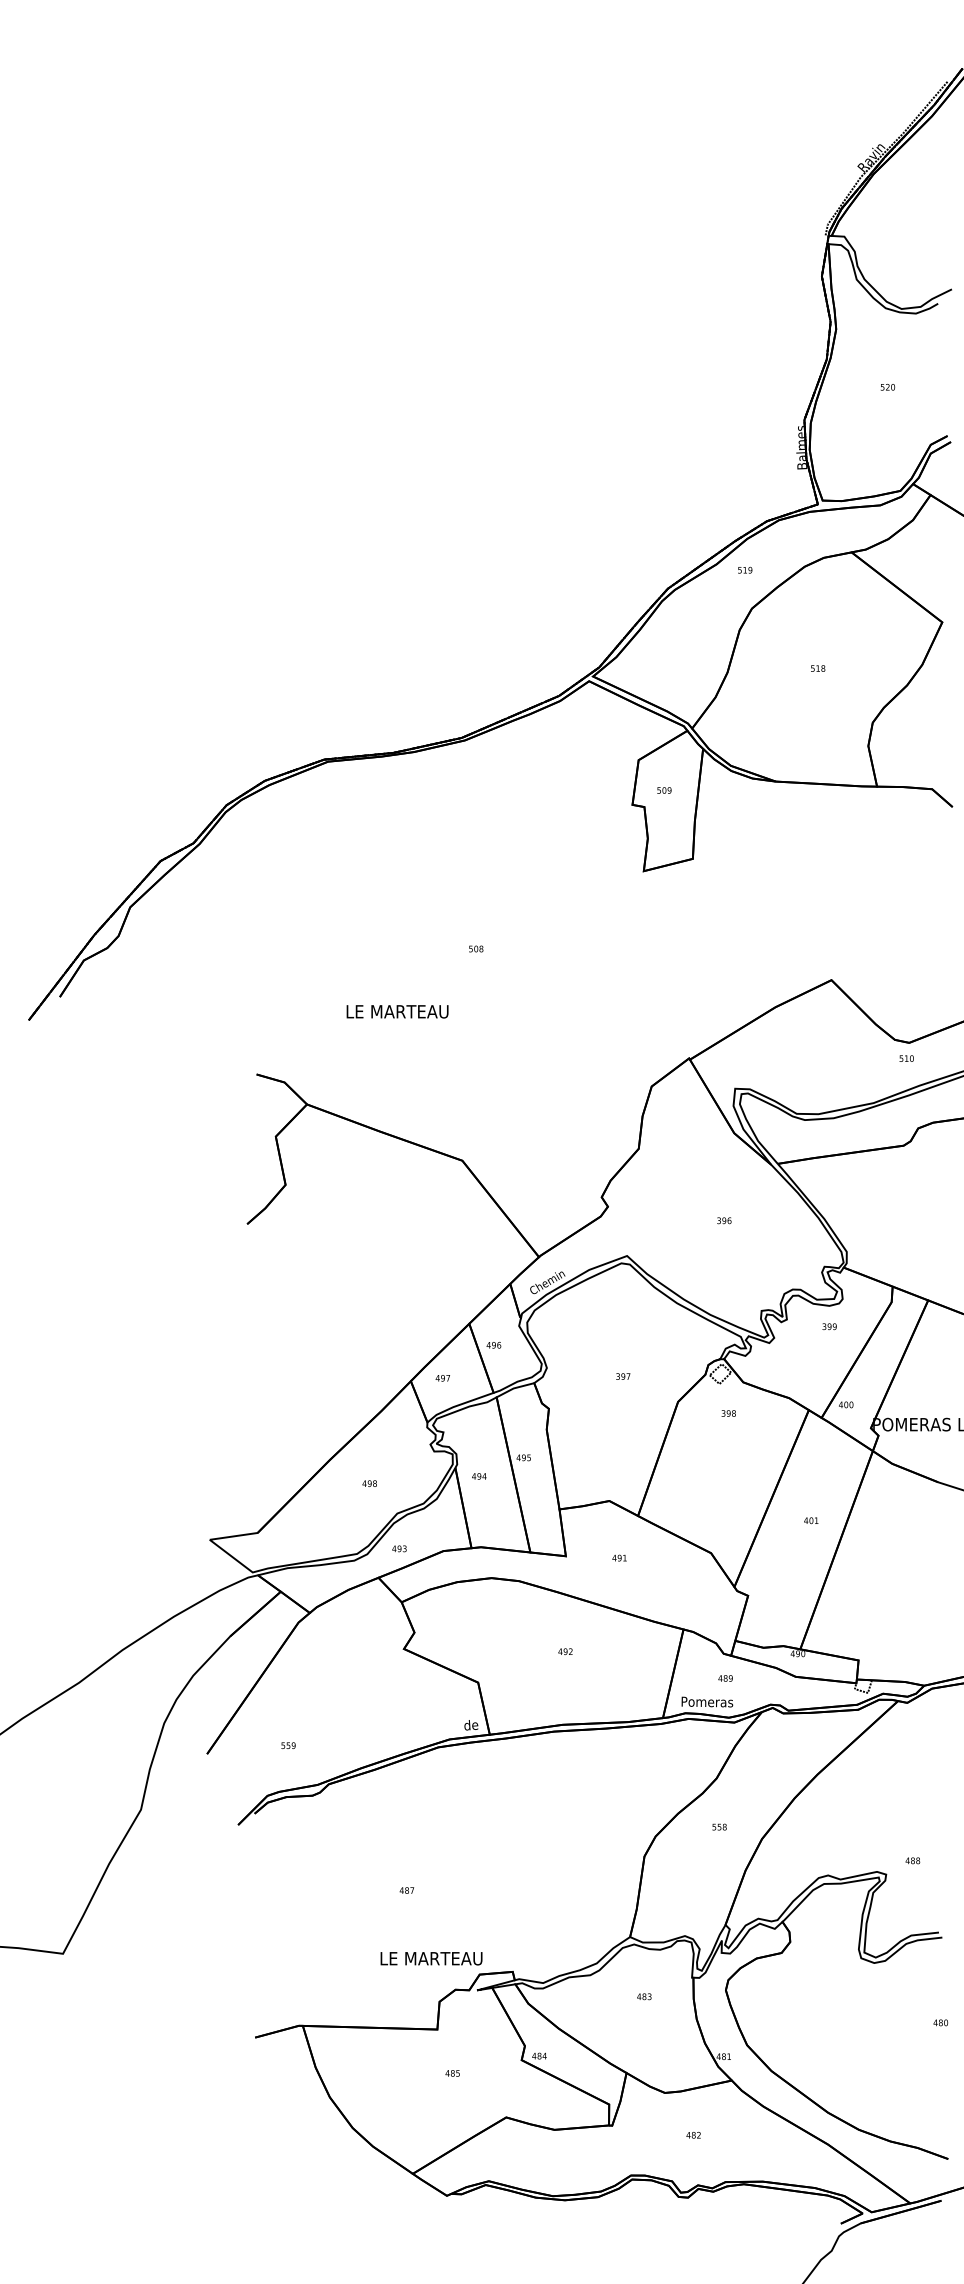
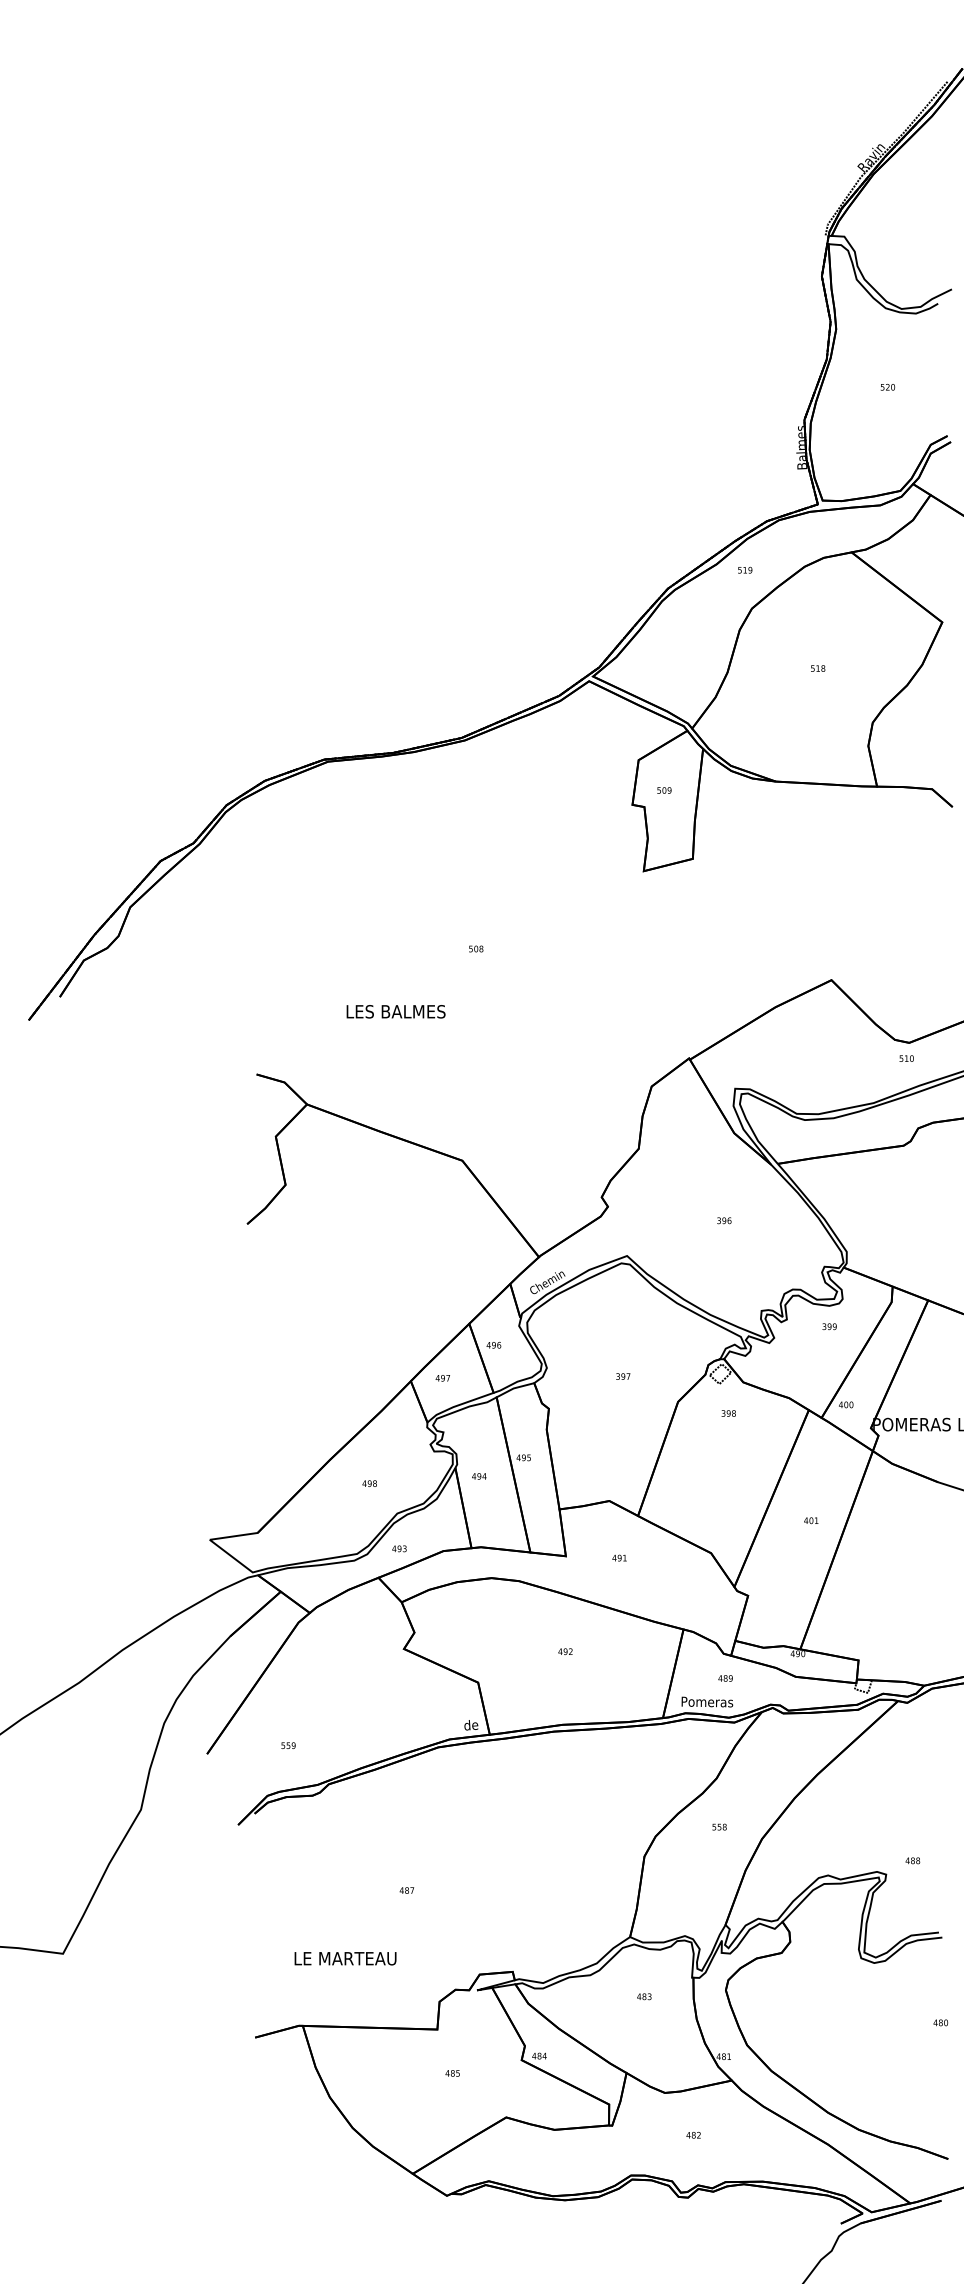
text at (406, 1011): LE MARTEAU -> LES BALMES
text at (431, 1958) position: (431, 1958) -> (345, 1958)
